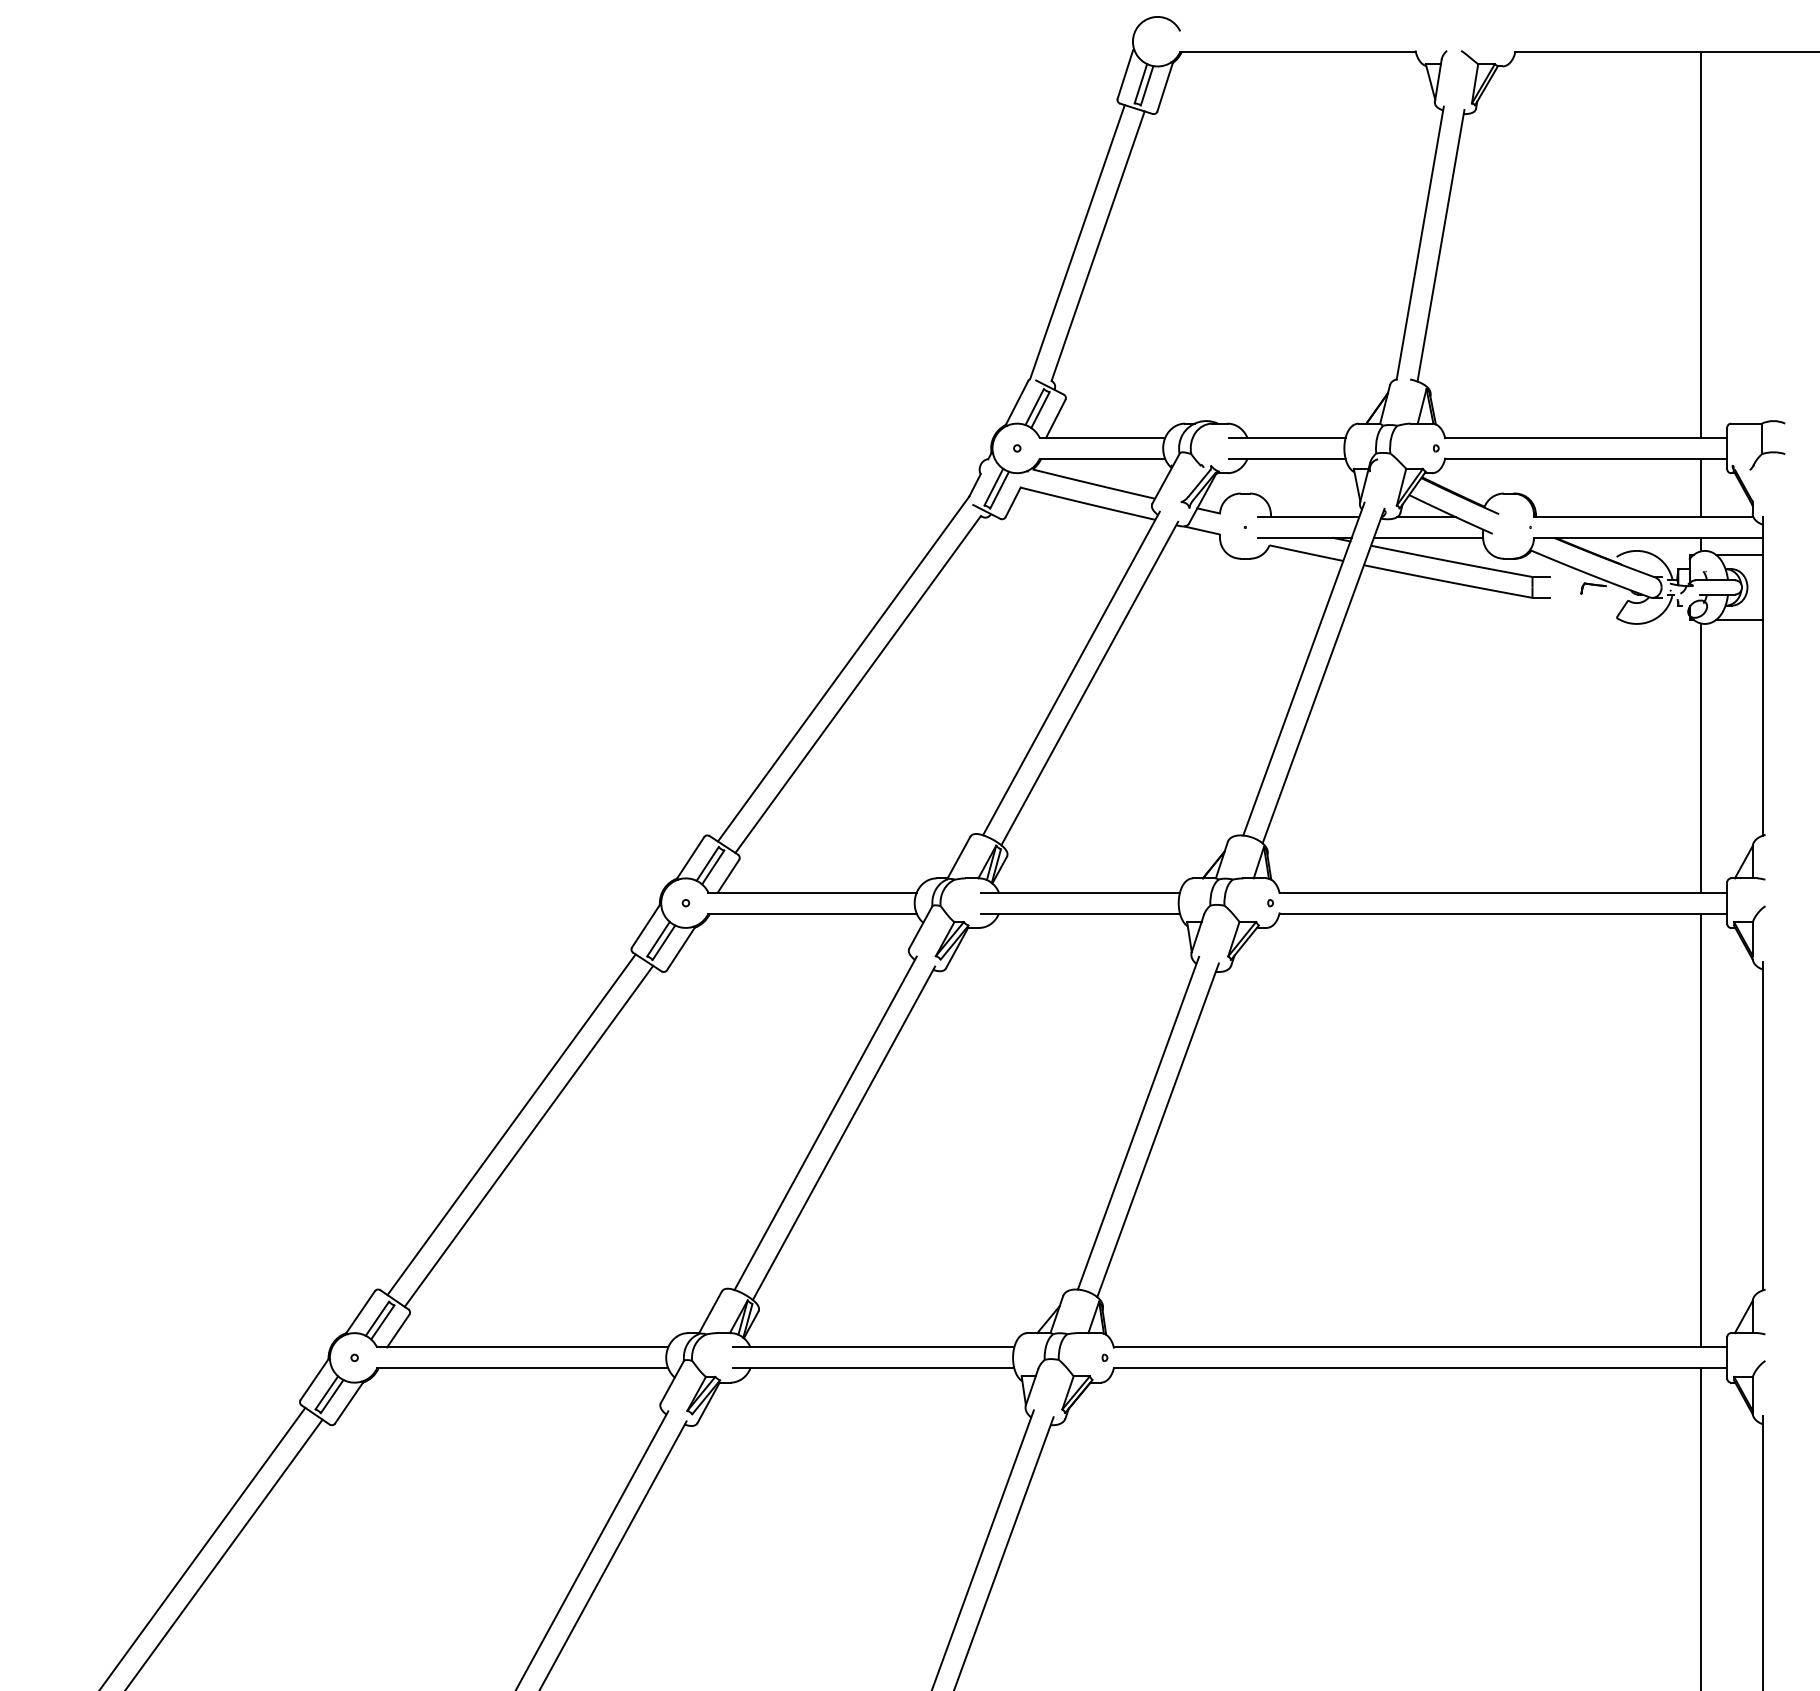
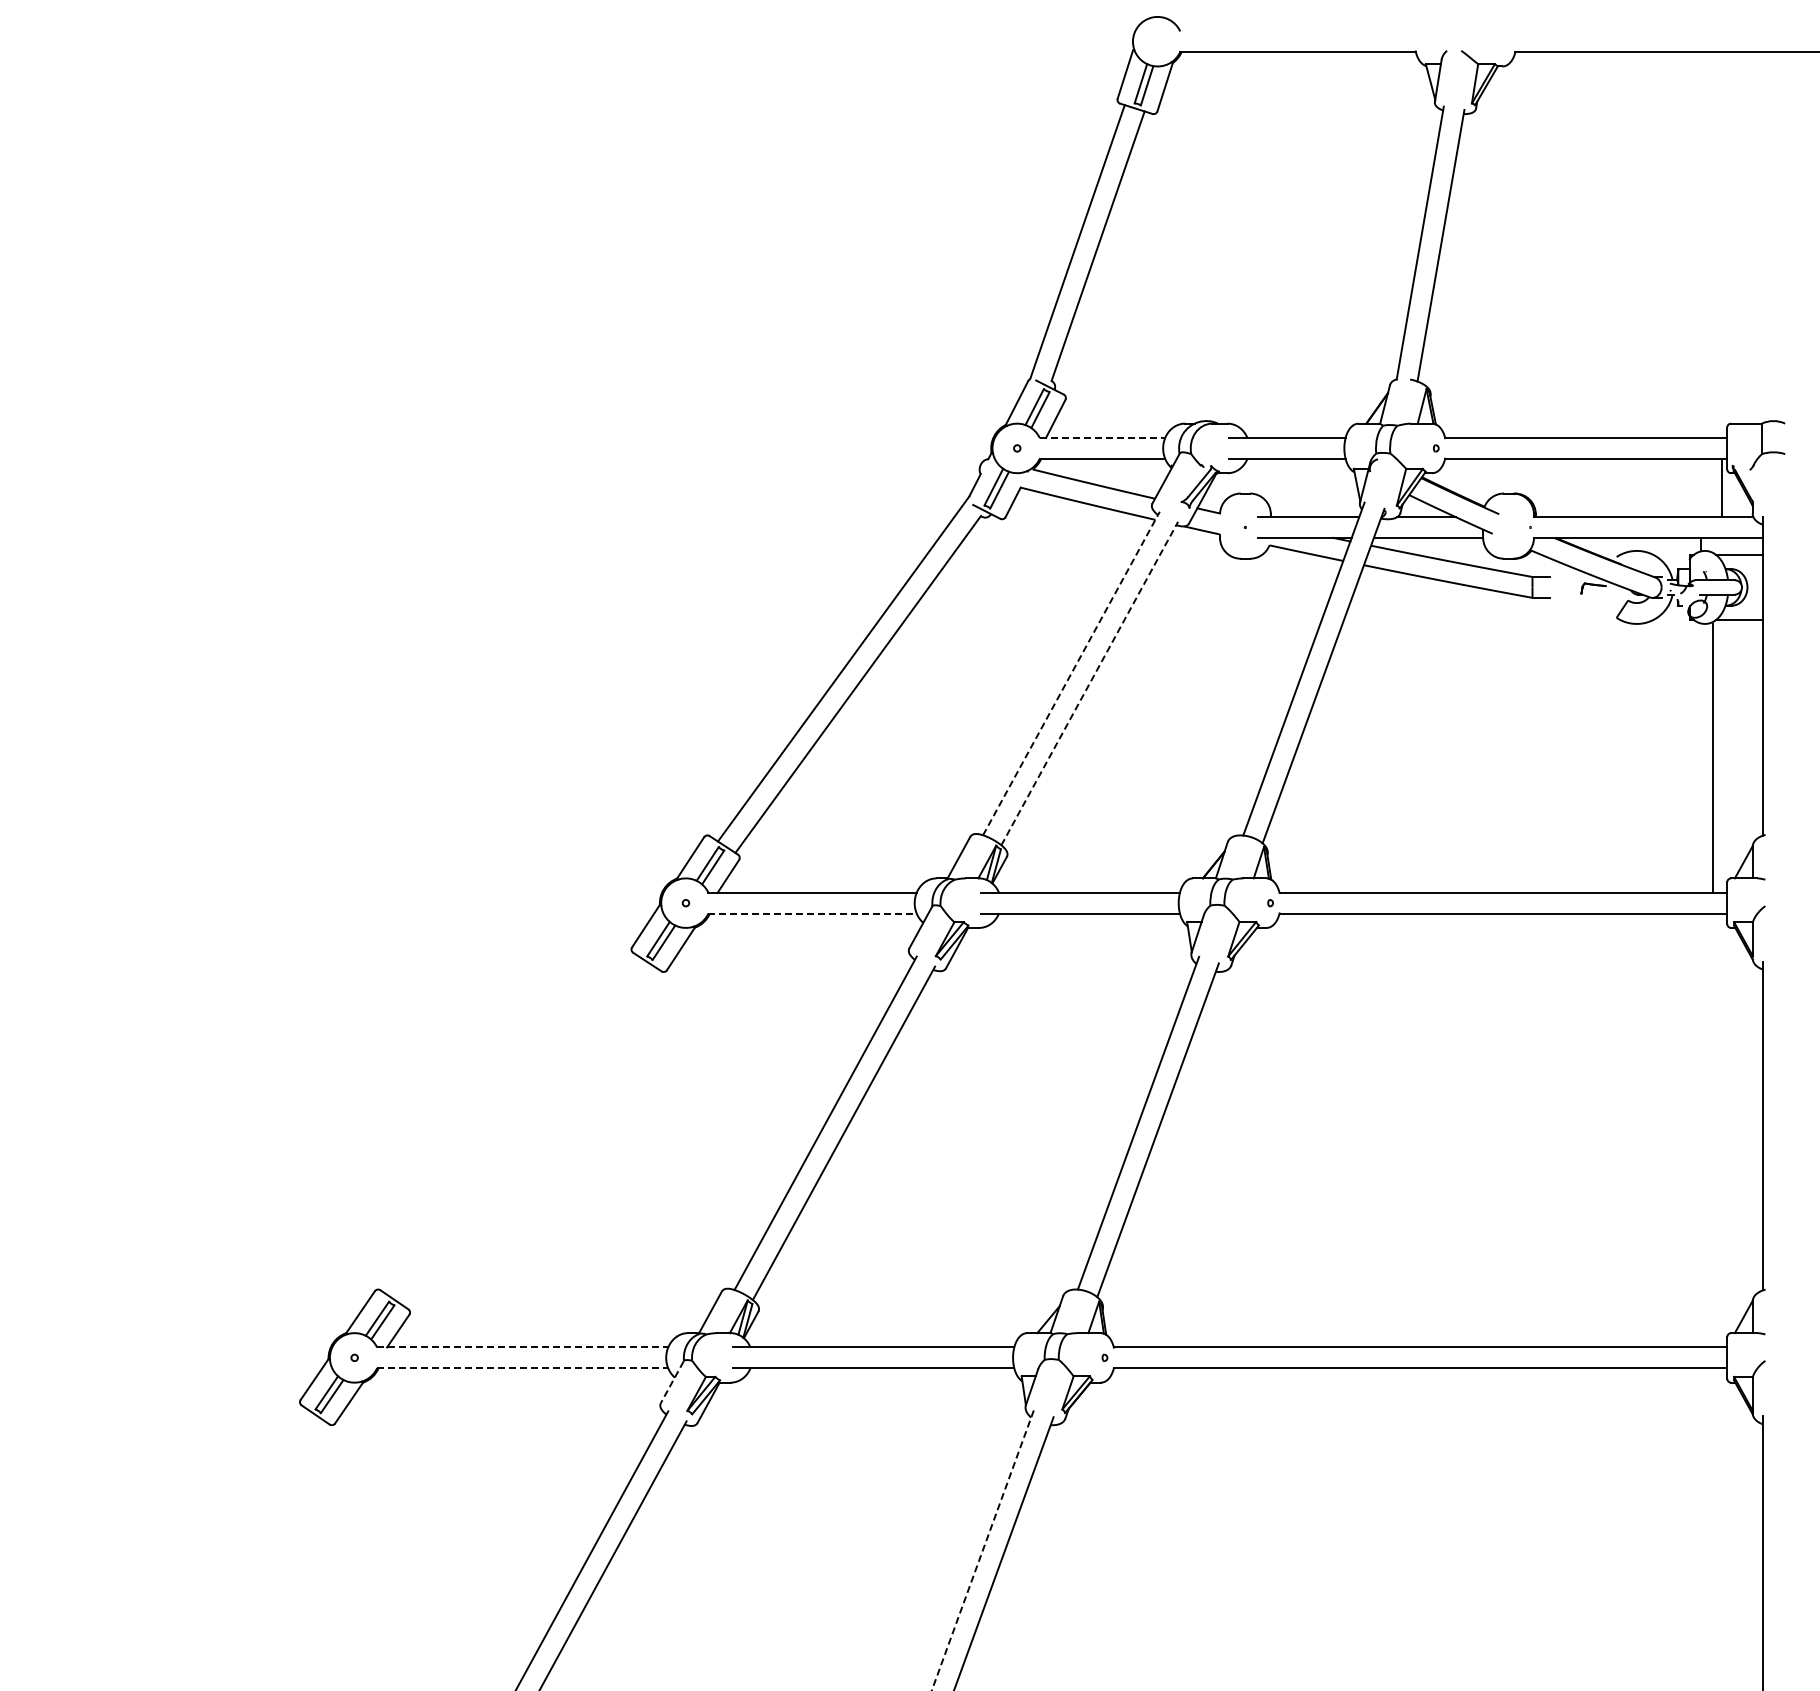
line at (1701, 245): present -> none
line at (1102, 438): solid -> dashed
line at (1701, 487) position: (1701, 487) -> (1722, 487)
line at (1071, 673): solid -> dashed
line at (1089, 683): solid -> dashed
line at (1701, 757) position: (1701, 757) -> (1713, 757)
line at (813, 913): solid -> dashed
line at (511, 1124): present -> none
line at (1701, 1130): present -> none
line at (528, 1135): present -> none
line at (522, 1347): solid -> dashed
line at (522, 1368): solid -> dashed
line at (672, 1382): solid -> dashed
line at (1701, 1527): present -> none
line at (203, 1547): present -> none
line at (983, 1550): solid -> dashed
line at (224, 1553): present -> none
